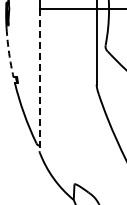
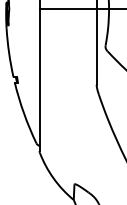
arc at (9, 53): dashed -> solid
line at (39, 80): dashed -> solid
